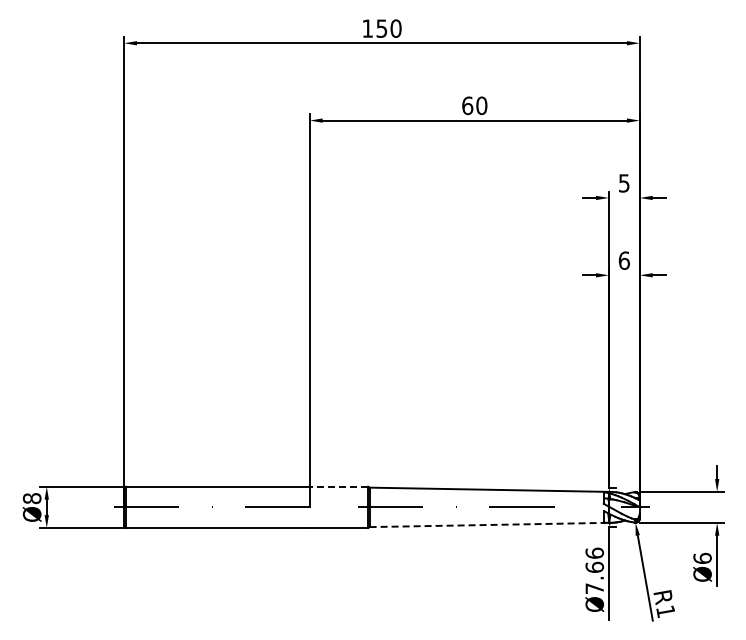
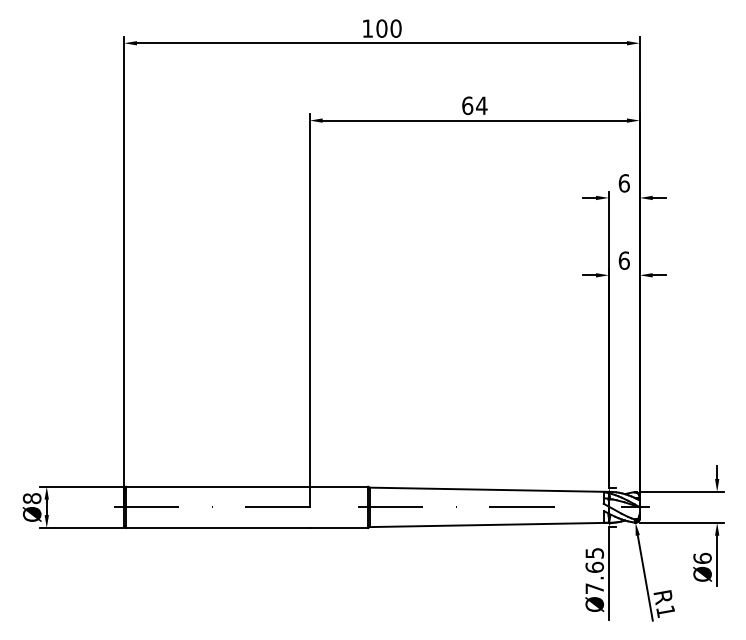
text at (381, 28): 150 -> 100
text at (481, 105): 60 -> 64
text at (623, 183): 5 -> 6
line at (338, 486): dashed -> solid
line at (489, 524): dashed -> solid
text at (594, 552): Ø7.66 -> Ø7.65
